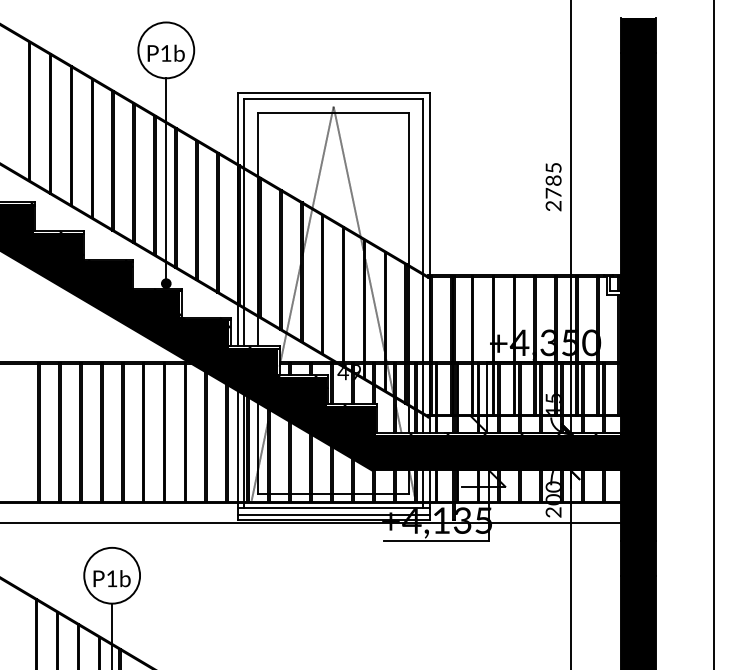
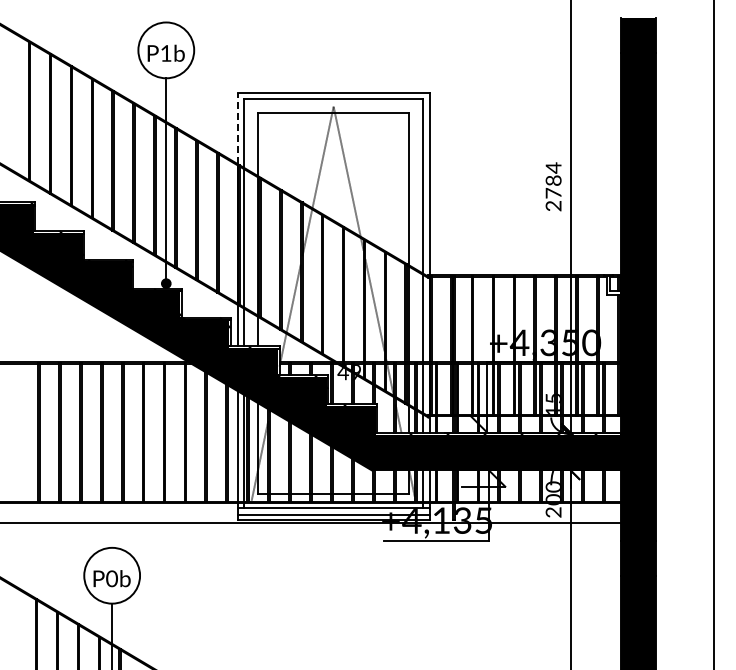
line at (237, 128): solid -> dashed
text at (553, 167): 2785 -> 2784
text at (111, 578): P1b -> P0b
